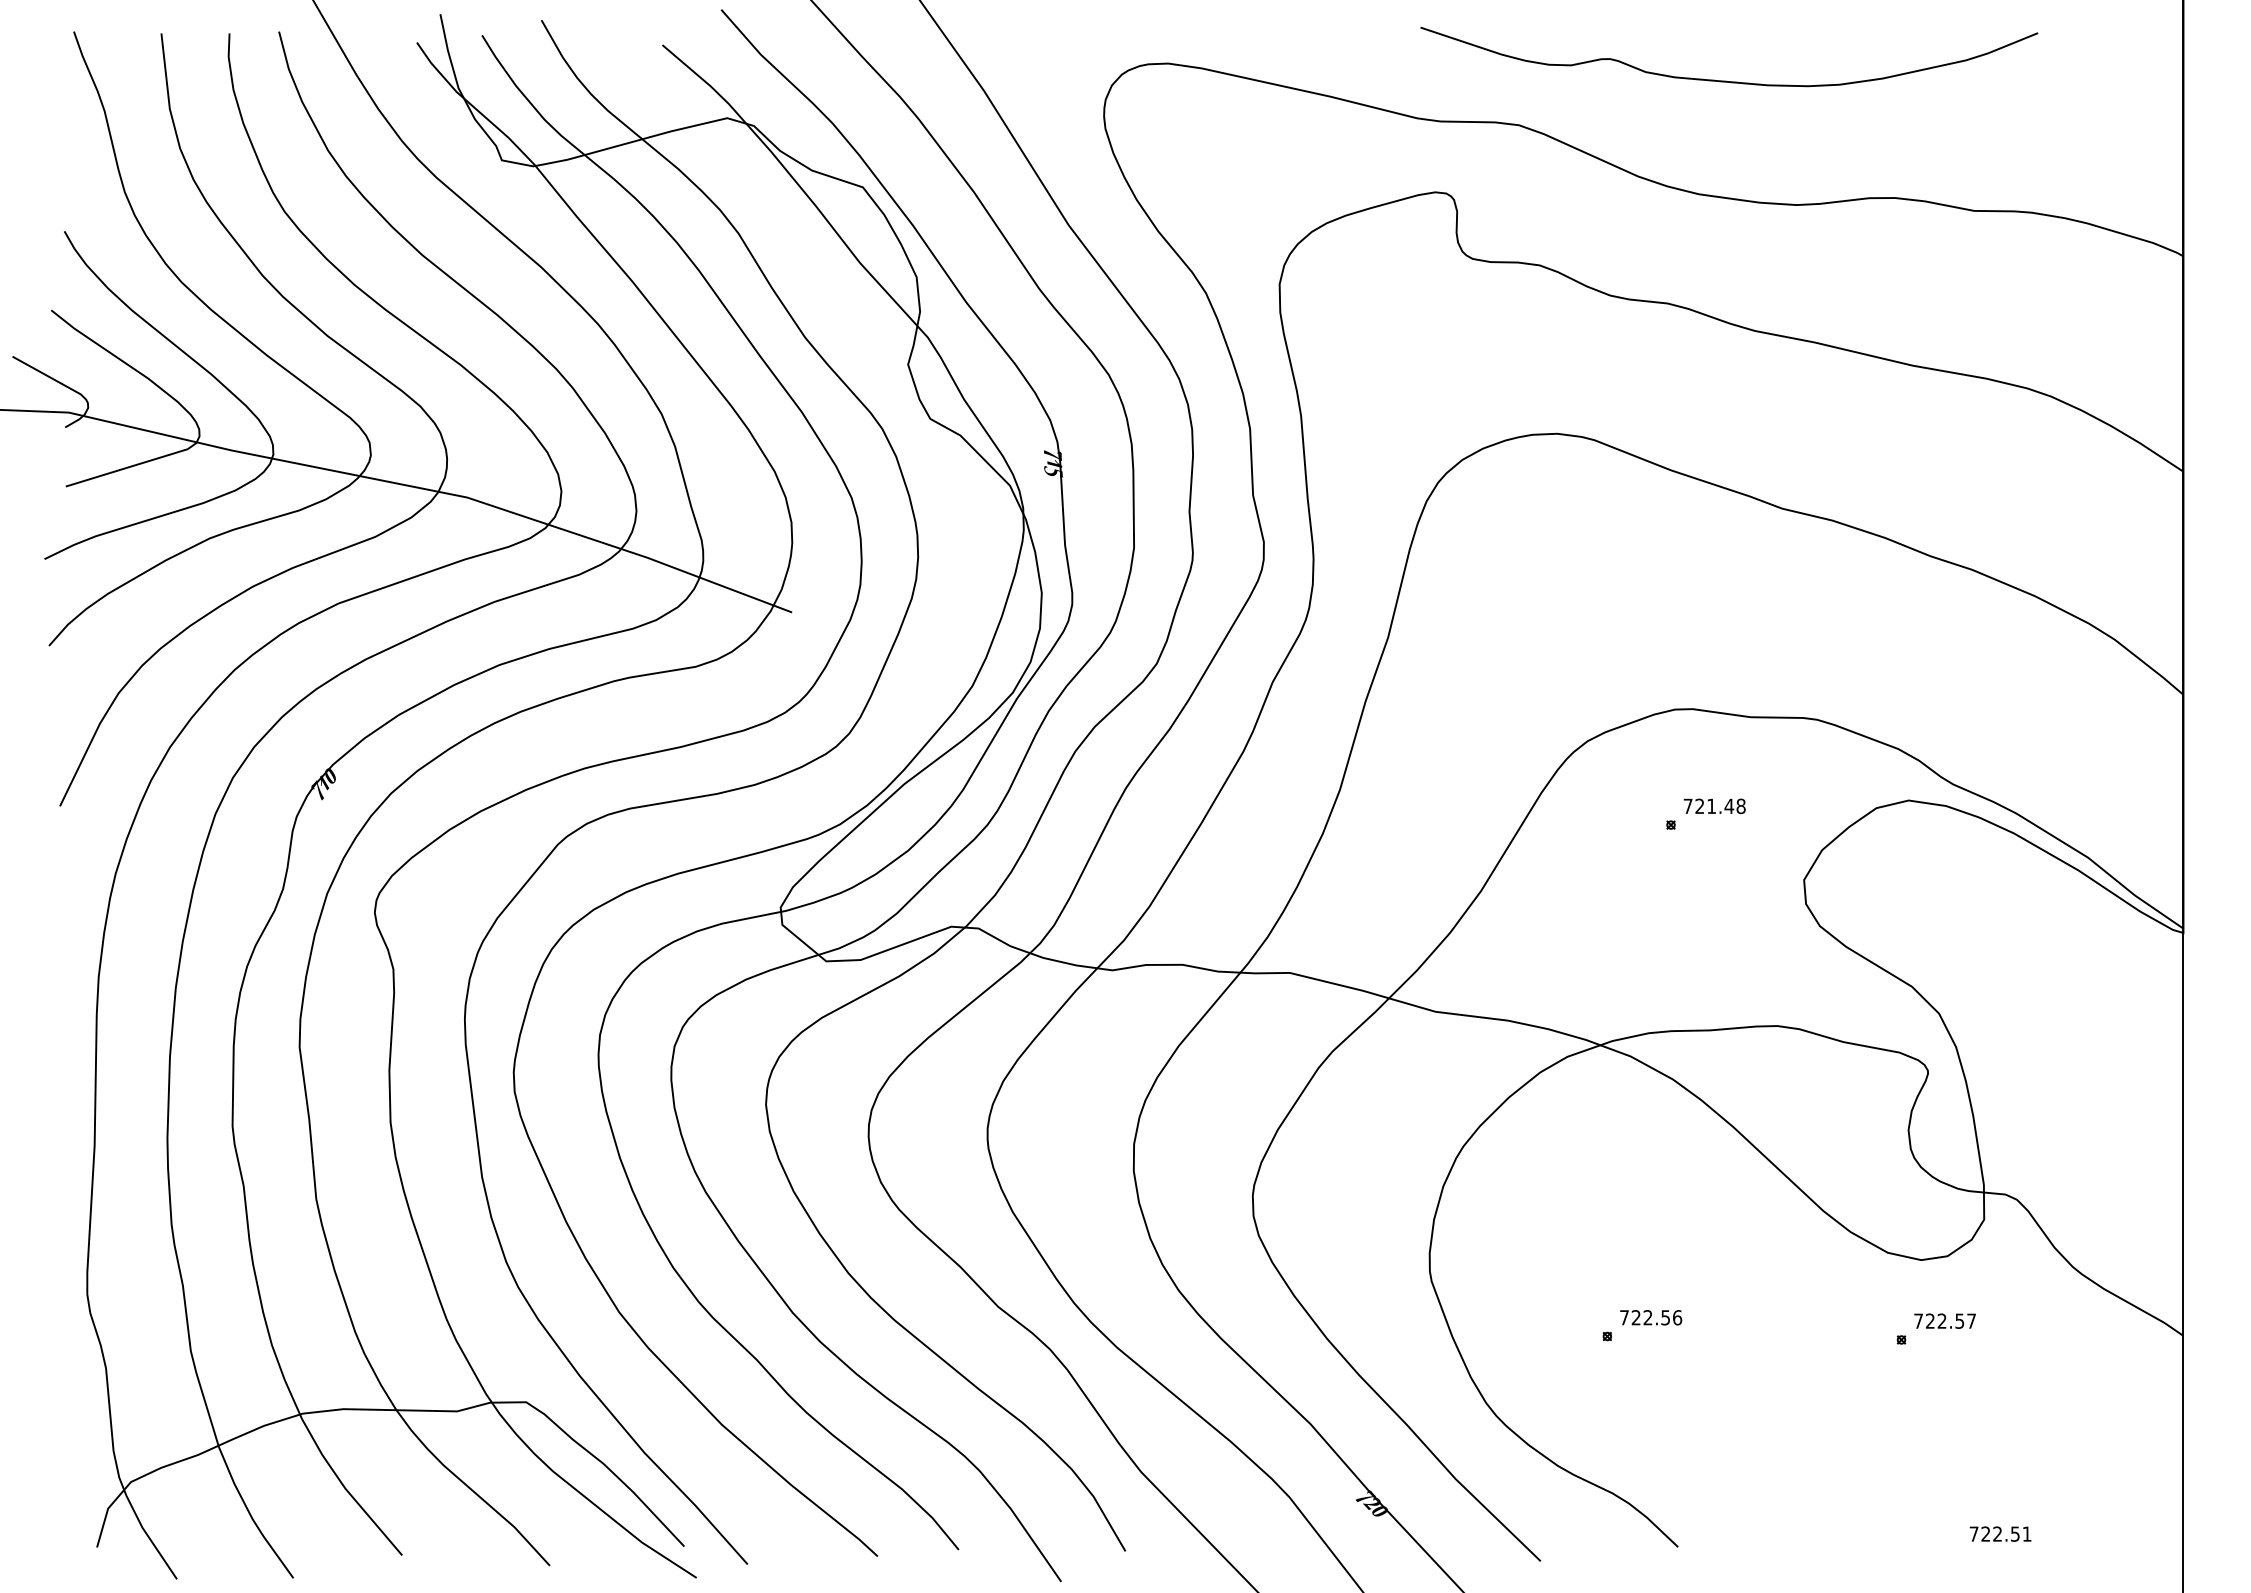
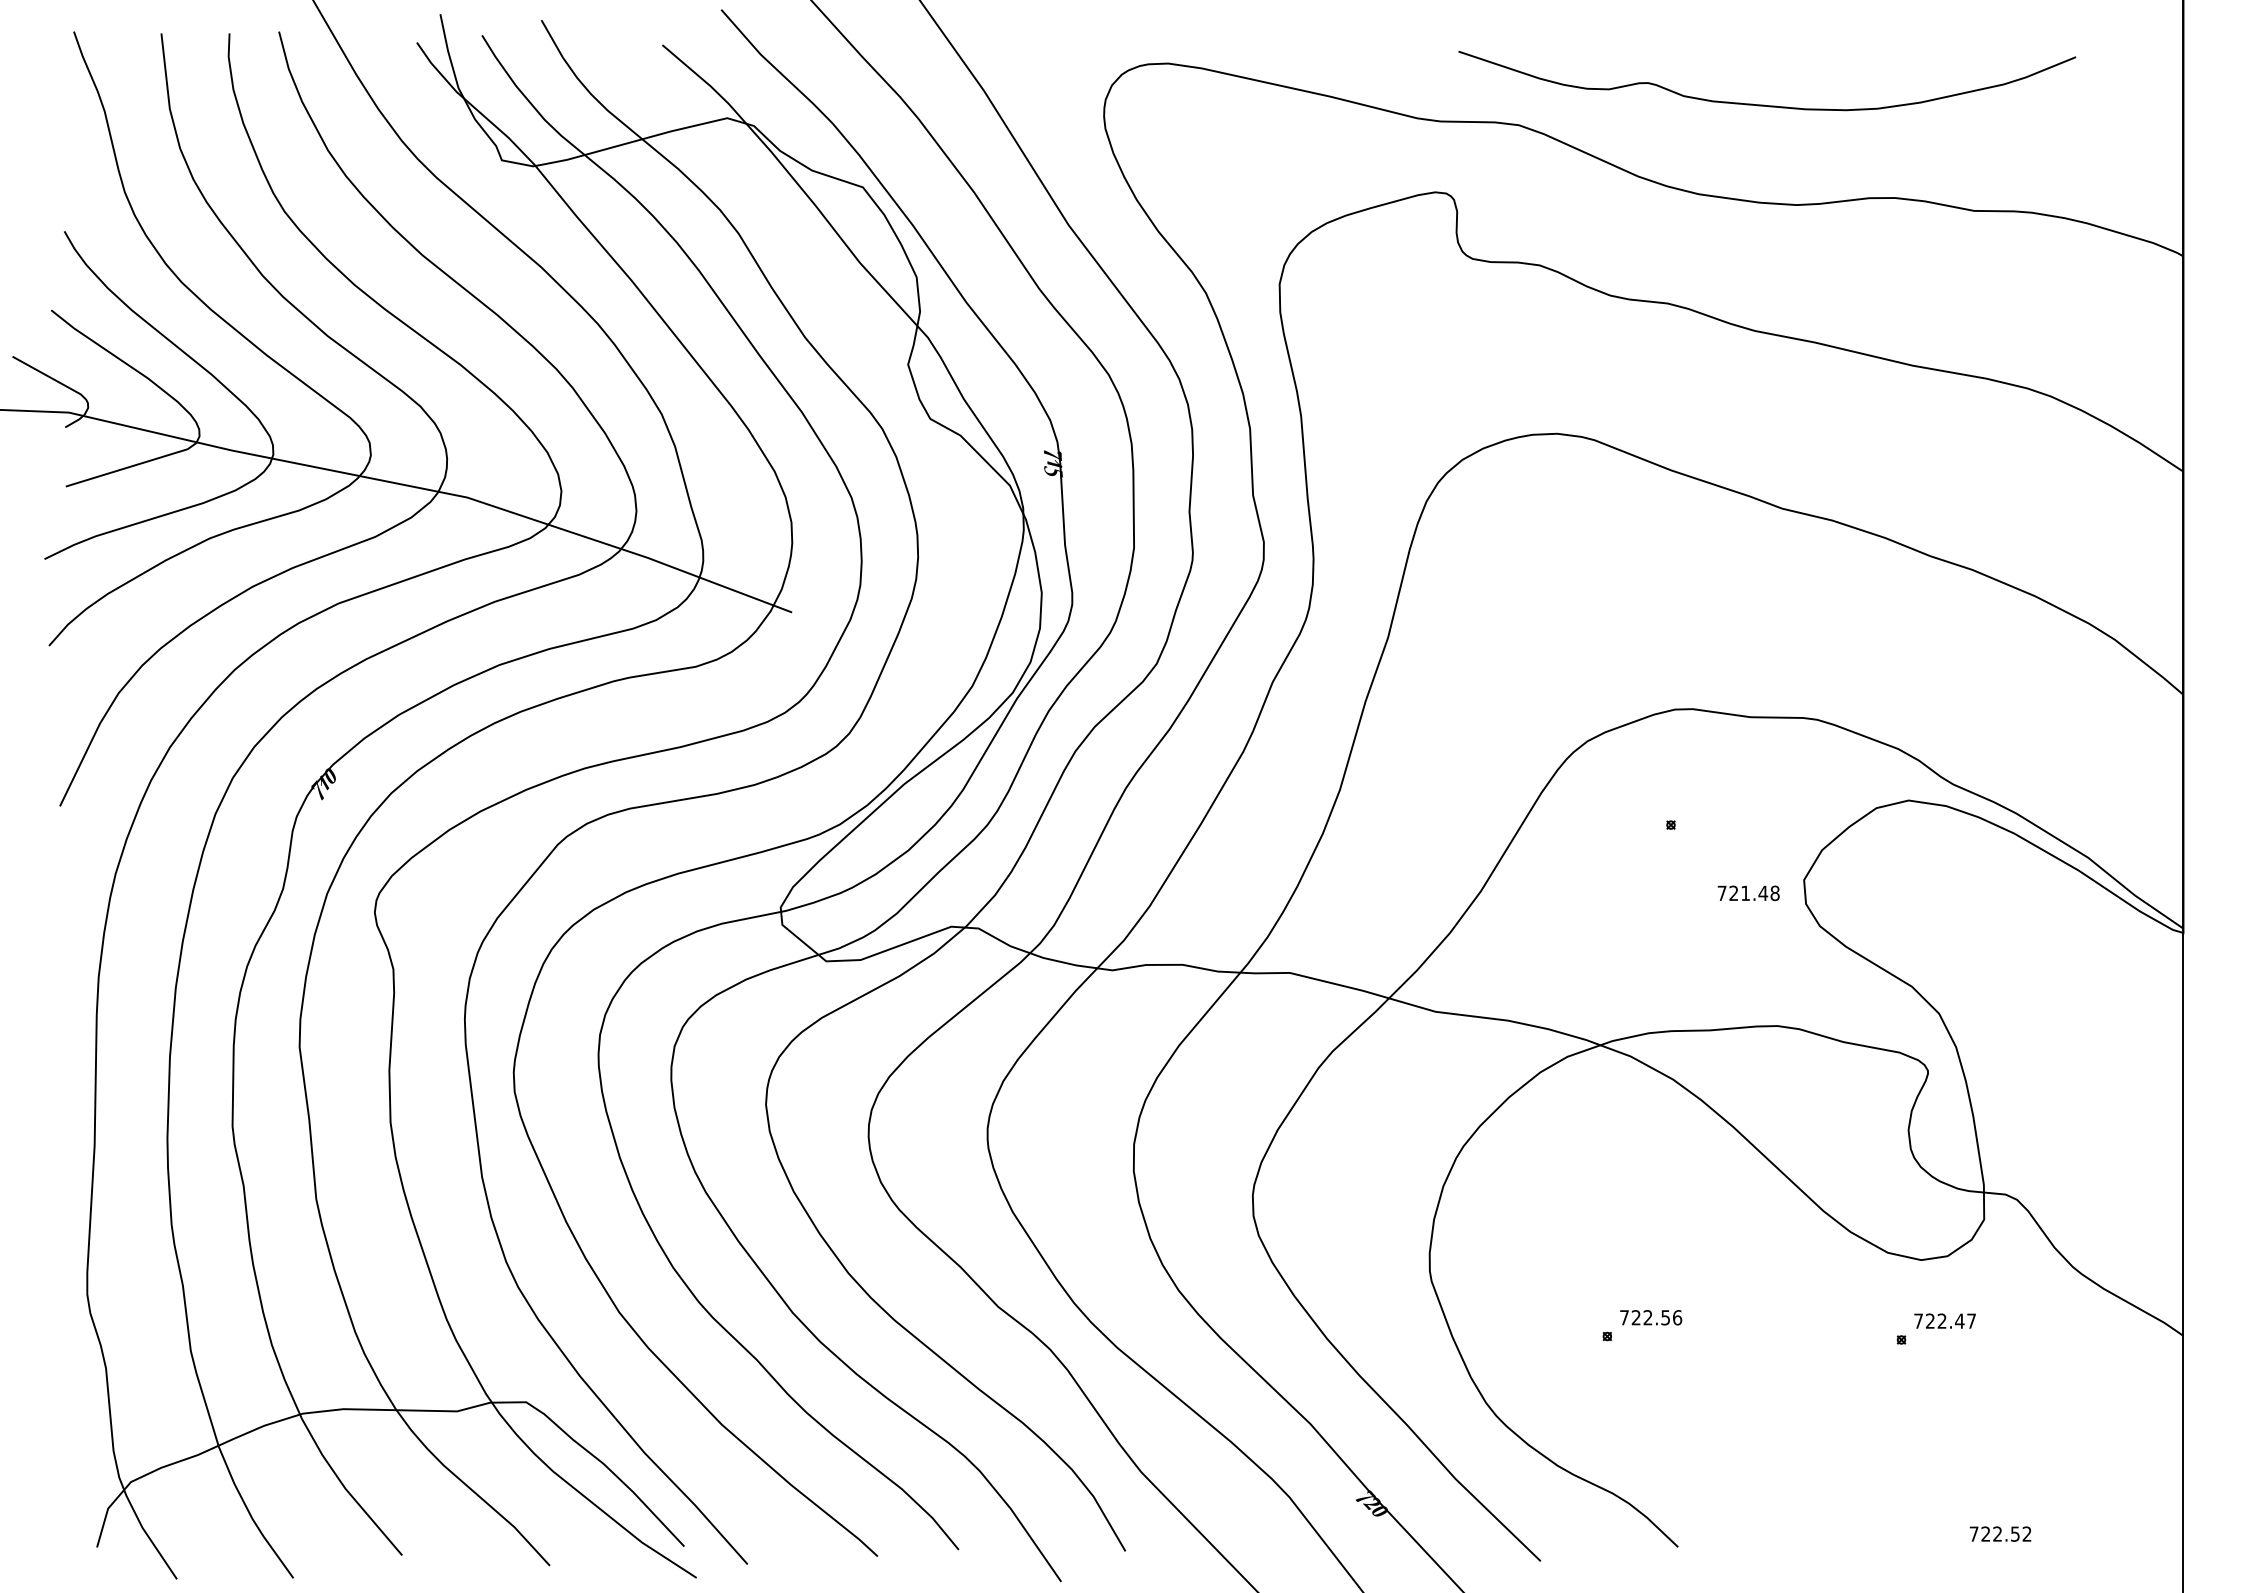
curve at (1726, 80) position: (1726, 80) -> (1764, 104)
text at (1714, 806) position: (1714, 806) -> (1748, 893)
text at (1959, 1320): 722.57 -> 722.47
text at (2026, 1533): 722.51 -> 722.52
